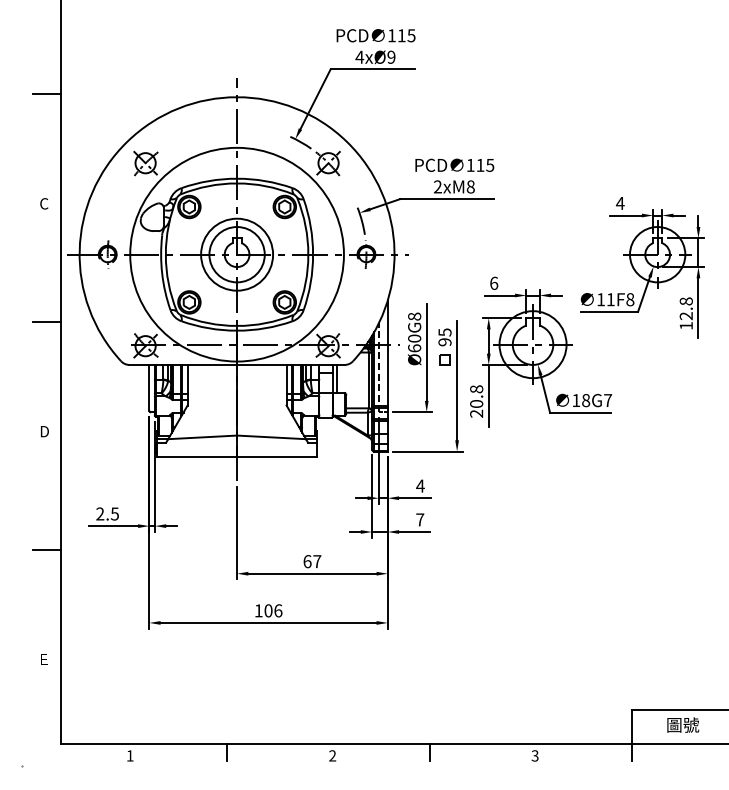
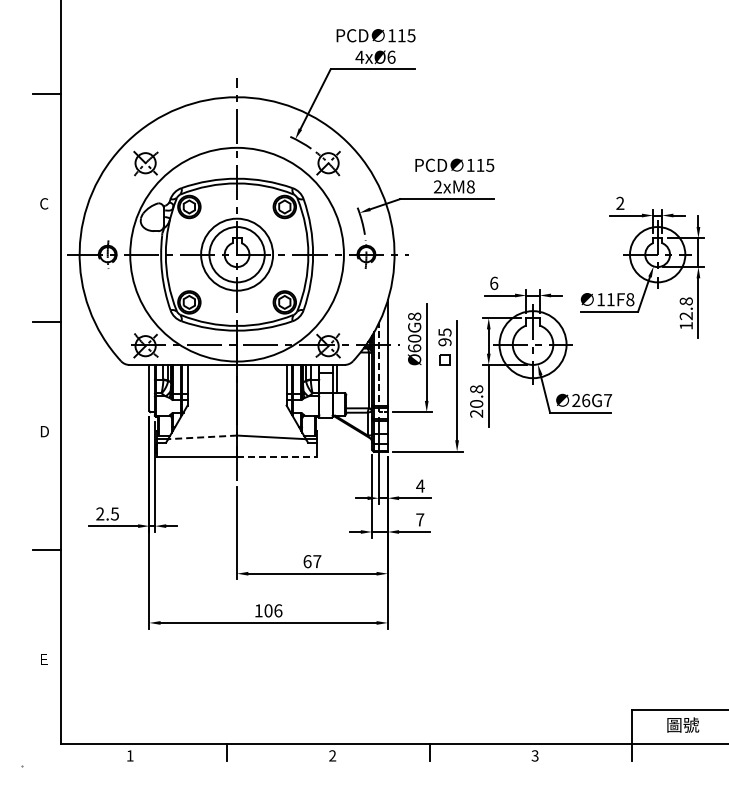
text at (391, 56): 4xØ9 -> 4xØ6
text at (620, 202): 4 -> 2
text at (581, 400): 18G7 -> 26G7
line at (202, 437): solid -> dashed
line at (277, 457): solid -> dashed
